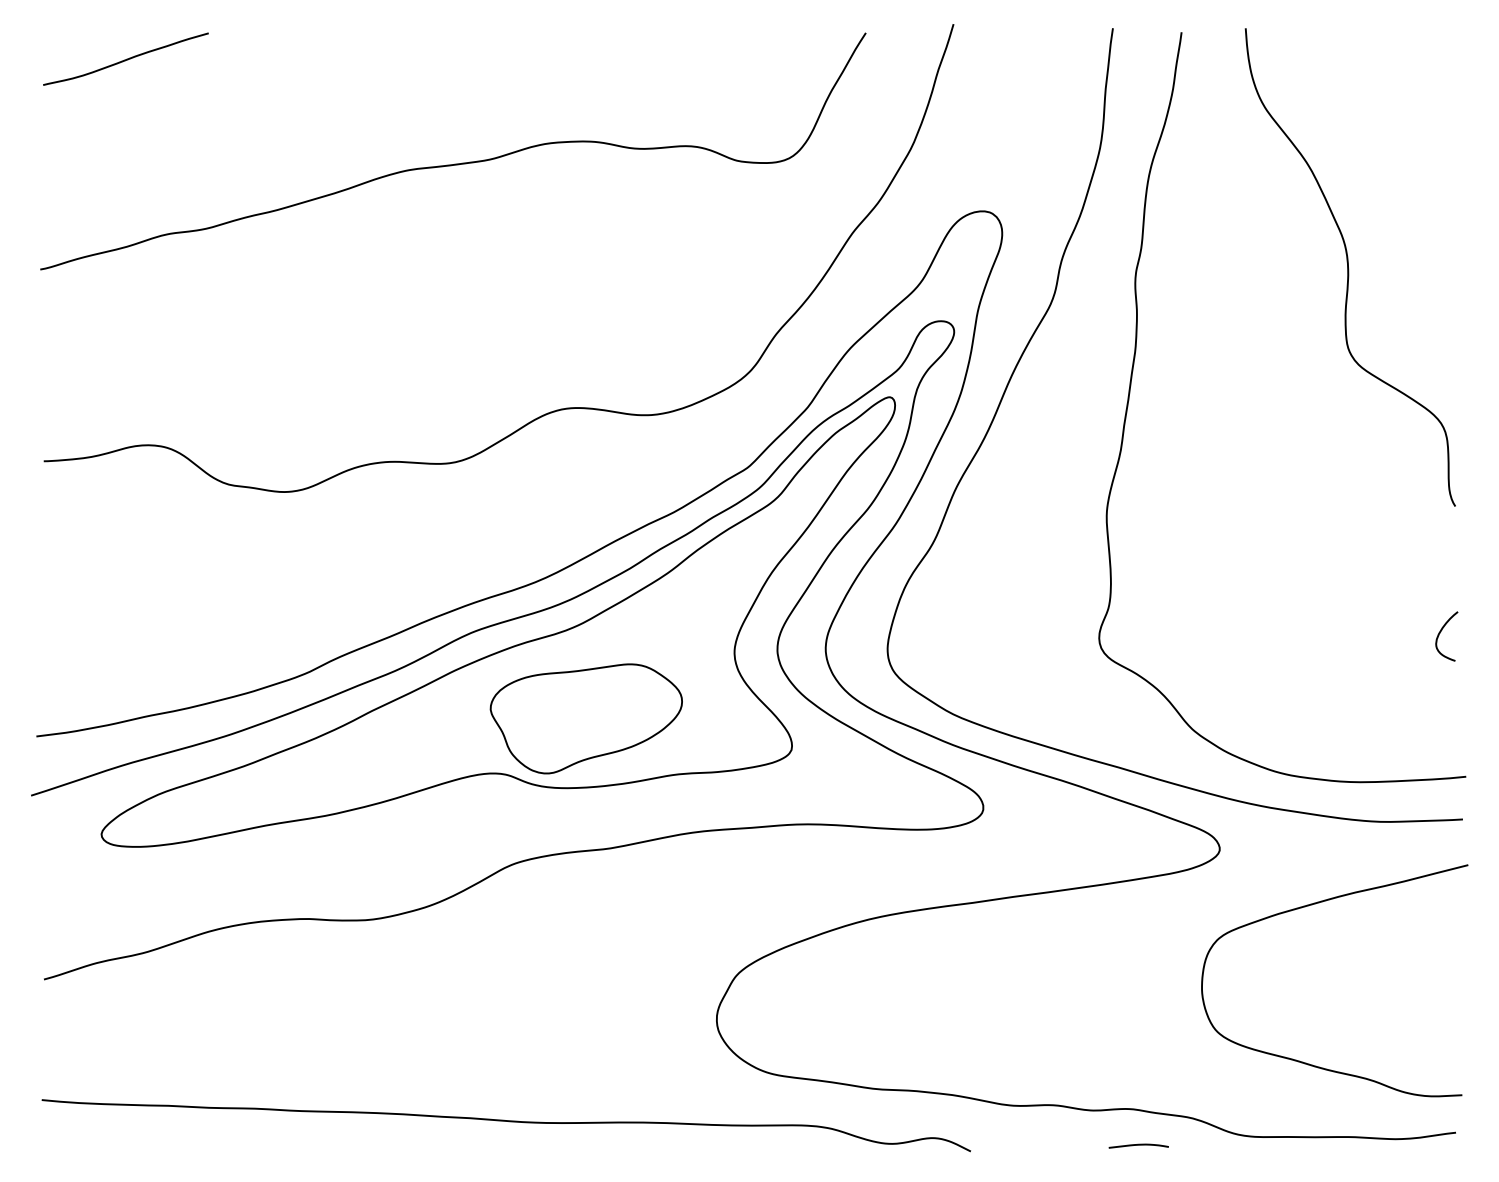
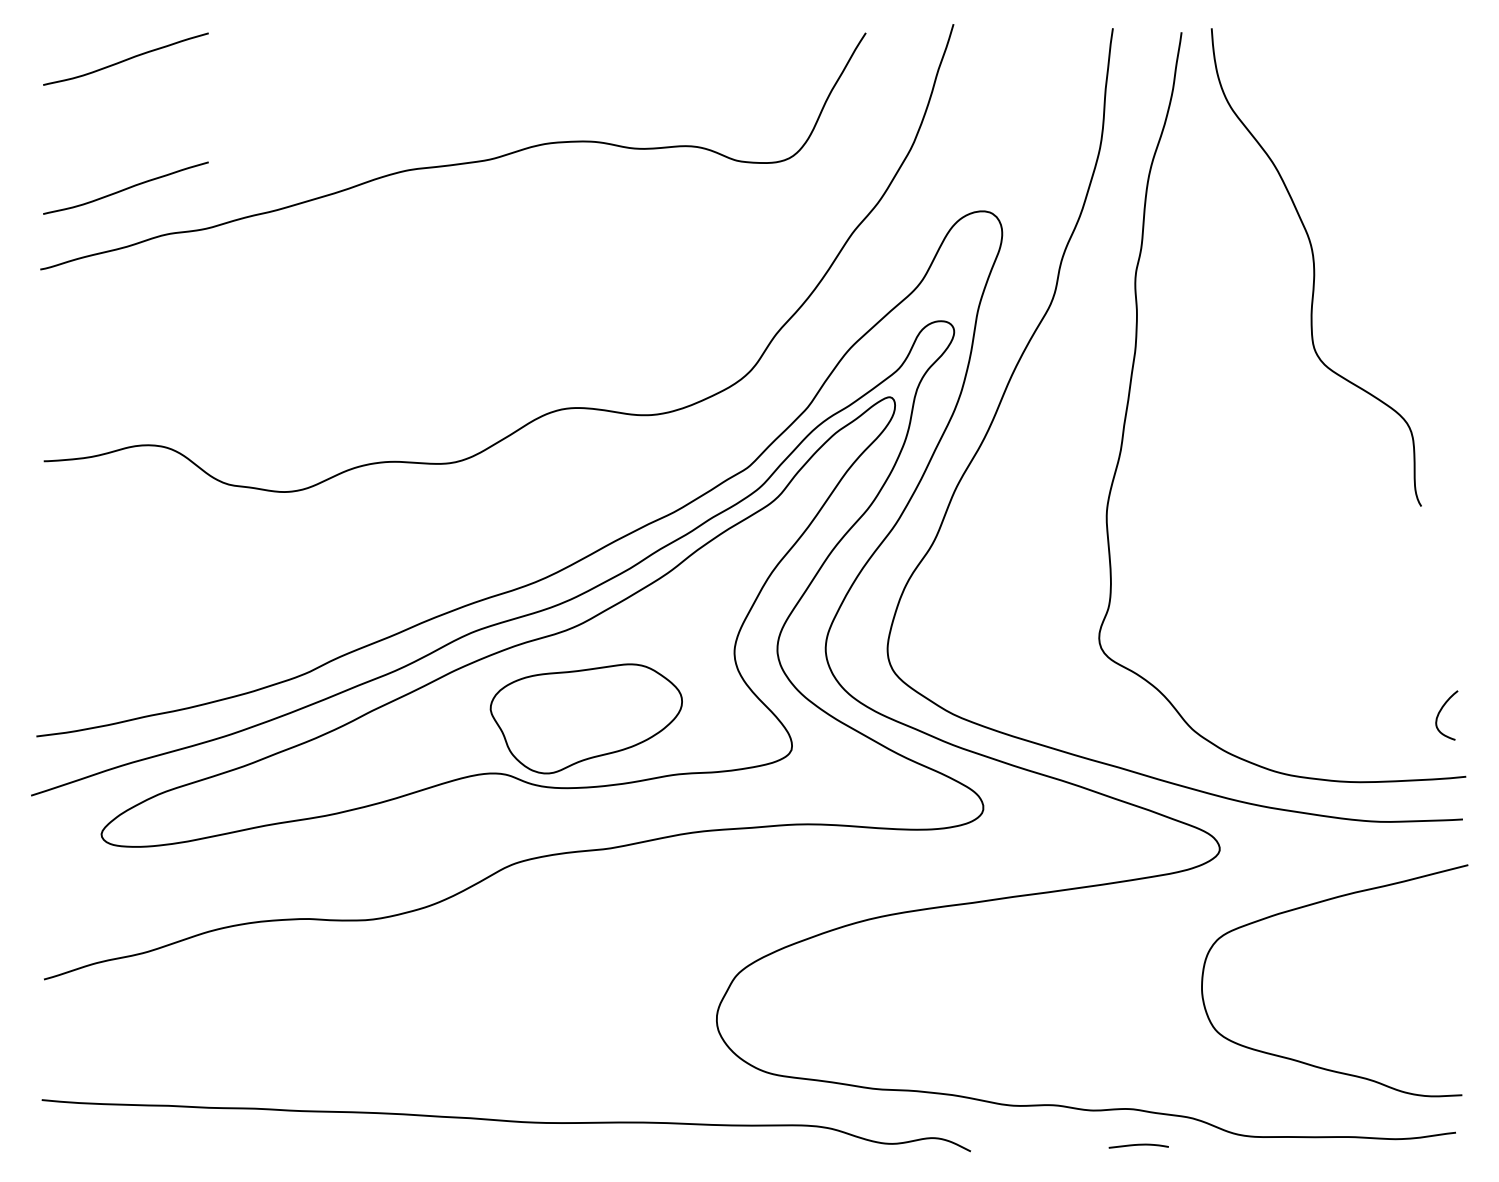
curve at (126, 187): none -> present
curve at (1348, 267) position: (1348, 267) -> (1314, 267)
curve at (1440, 633) position: (1440, 633) -> (1440, 712)
